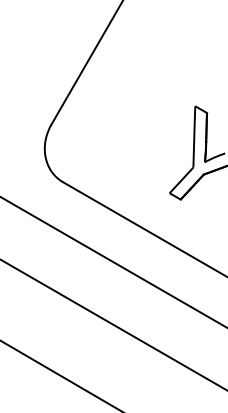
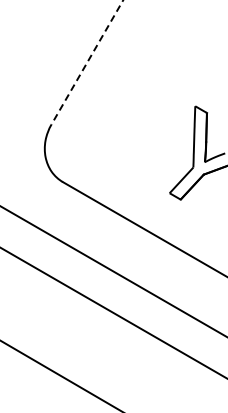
line at (87, 62): solid -> dashed
line at (113, 261) position: (113, 261) -> (113, 271)
line at (113, 324) position: (113, 324) -> (113, 312)
